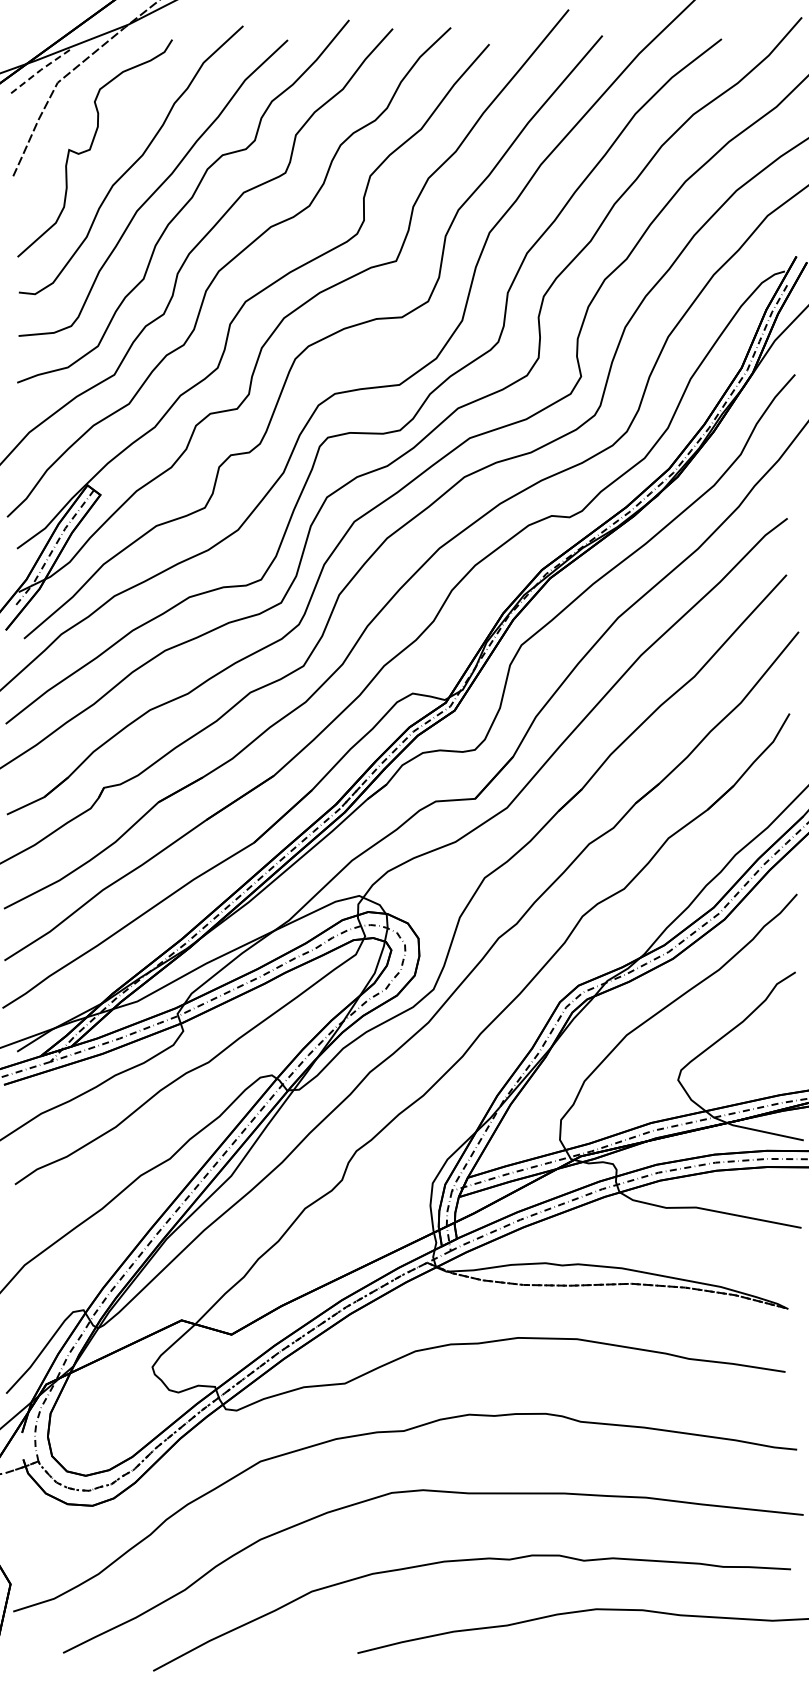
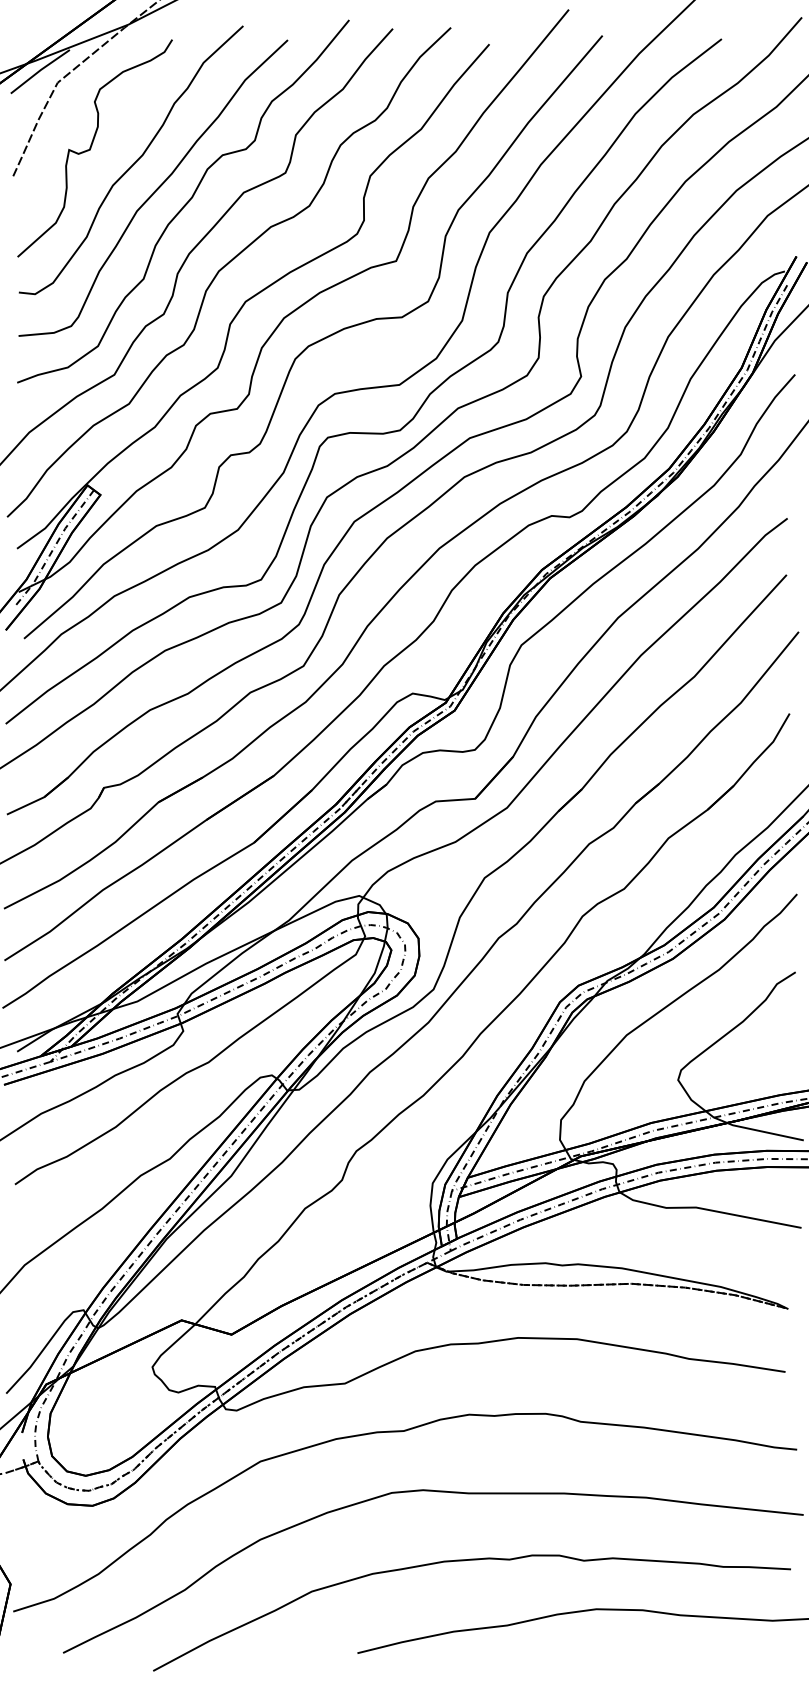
line at (39, 71): dashed -> solid
